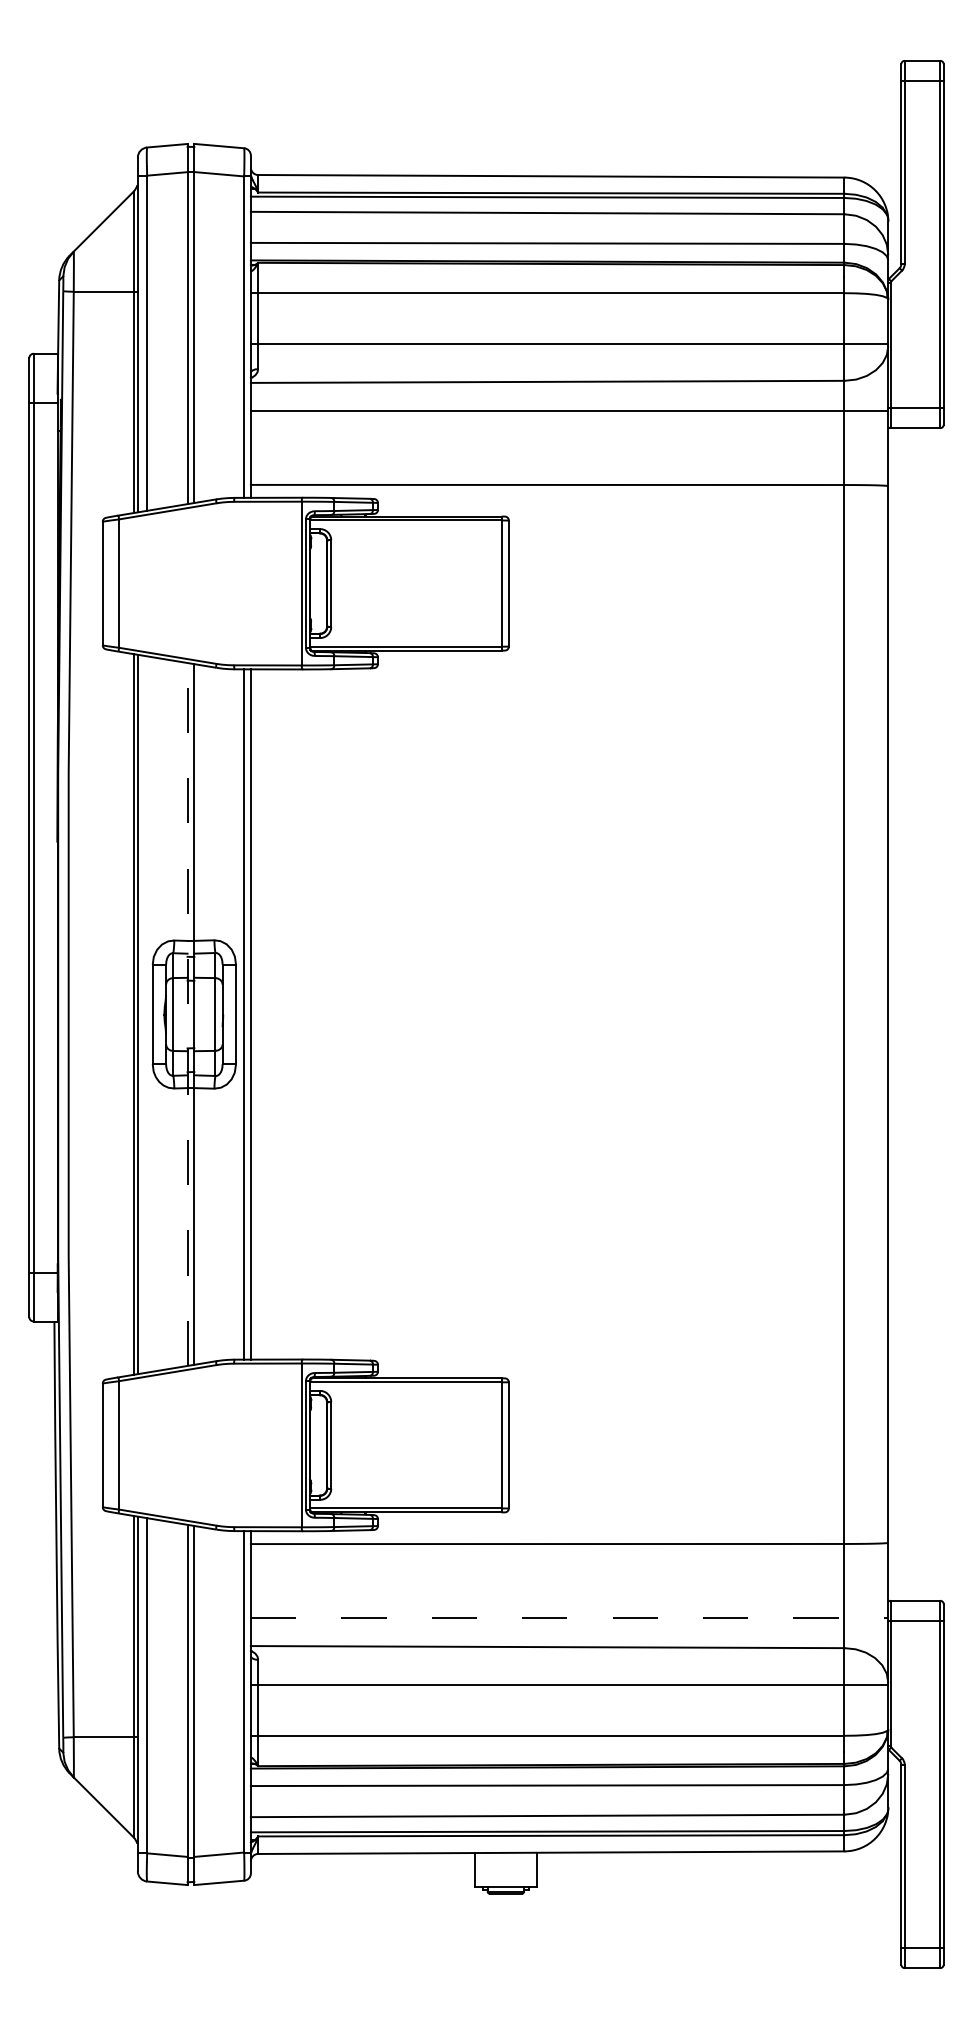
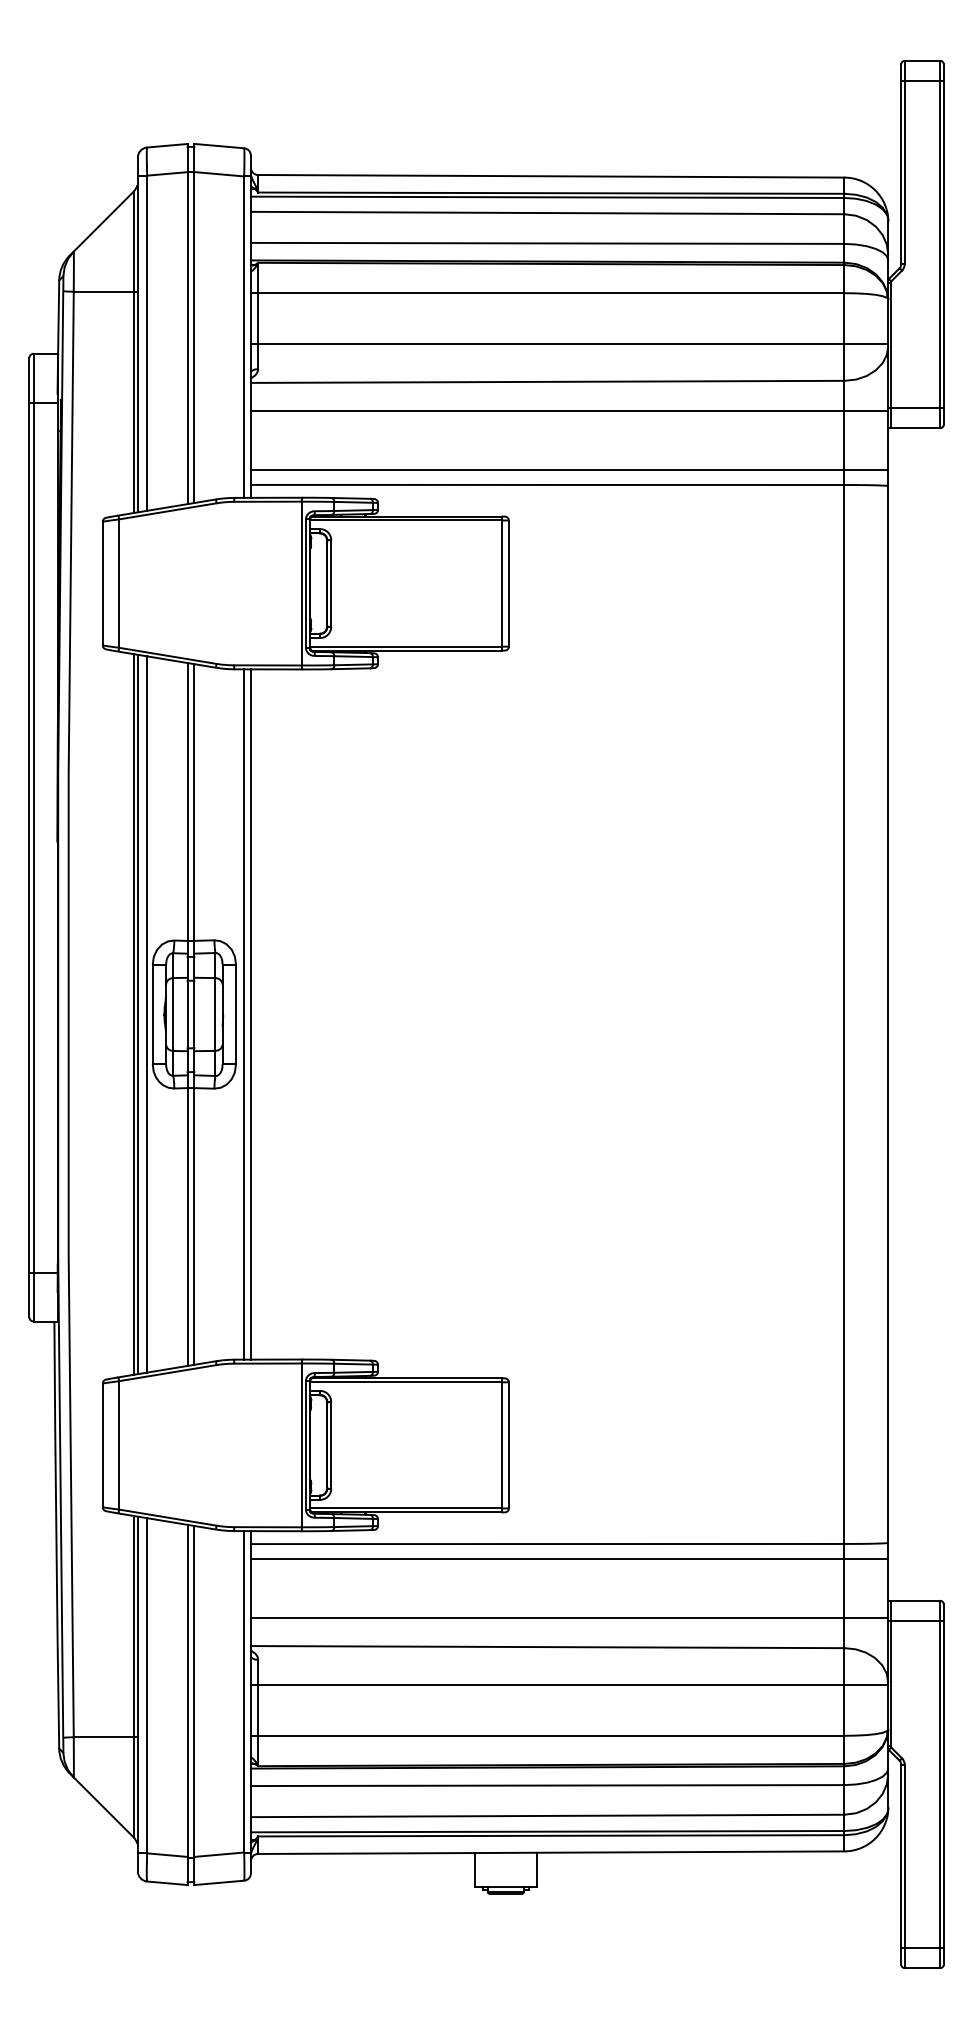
line at (569, 470): none -> present
line at (147, 1014): none -> present
line at (187, 1014): dashed -> solid
line at (569, 1558): none -> present
line at (569, 1617): dashed -> solid
